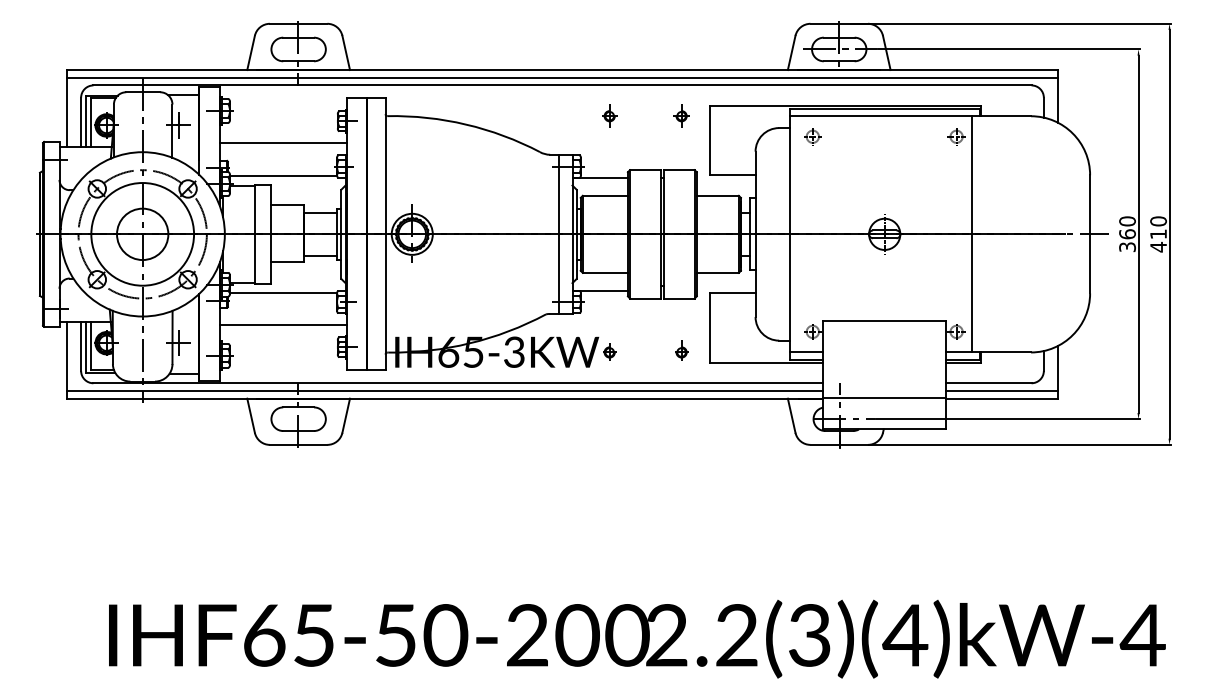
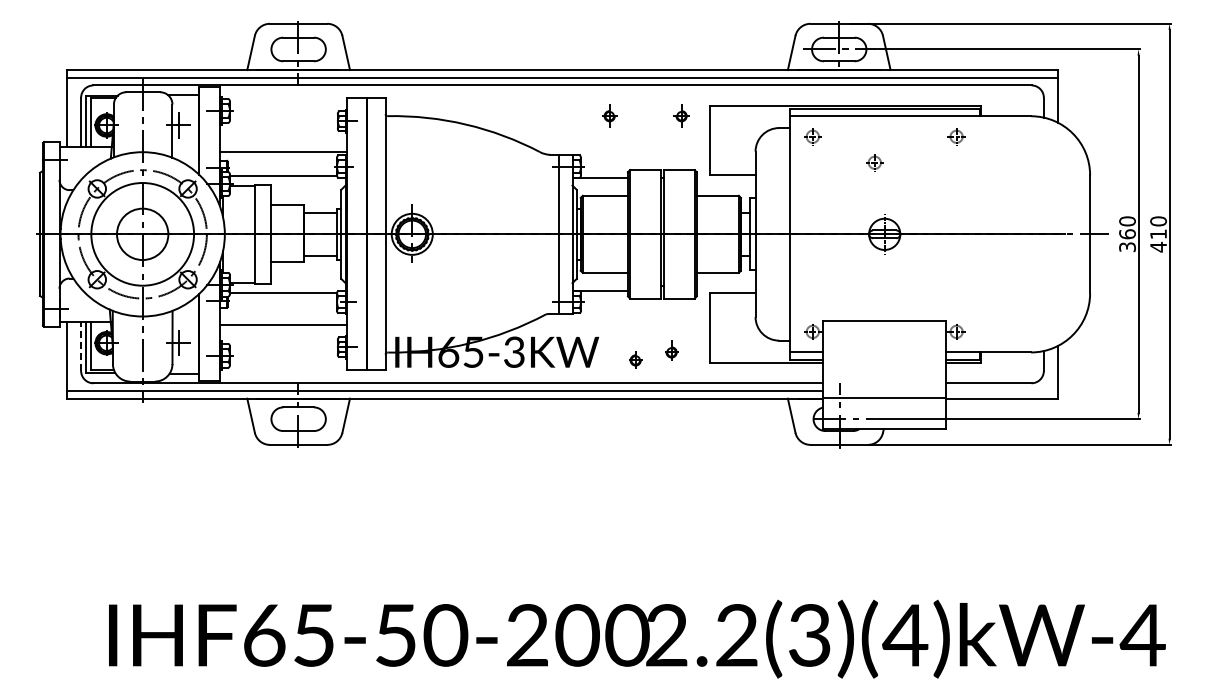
line at (282, 143) position: (282, 143) -> (282, 152)
part at (874, 162): none -> present
line at (972, 234): present -> none
line at (81, 346): solid -> dashed
part at (681, 350) position: (681, 350) -> (671, 350)
part at (609, 351) position: (609, 351) -> (635, 359)
line at (1002, 390): present -> none
